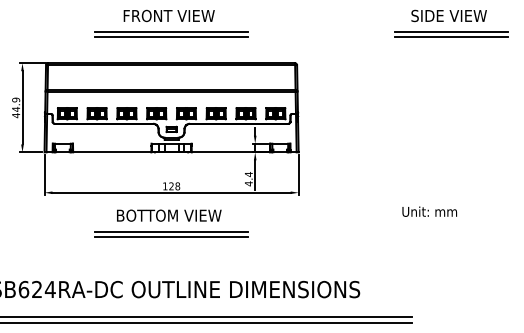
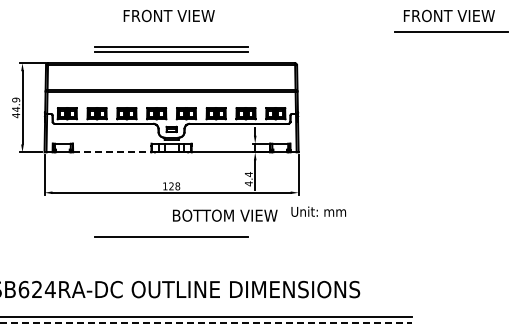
text at (448, 15): SIDE VIEW -> FRONT VIEW
part at (171, 34) position: (171, 34) -> (171, 49)
line at (451, 36): present -> none
line at (112, 152): solid -> dashed
text at (429, 211) position: (429, 211) -> (318, 211)
text at (169, 215) position: (169, 215) -> (225, 215)
line at (171, 231): present -> none
line at (206, 323): solid -> dashed
